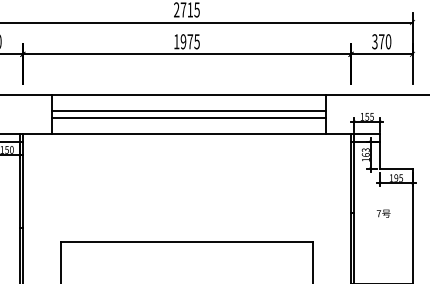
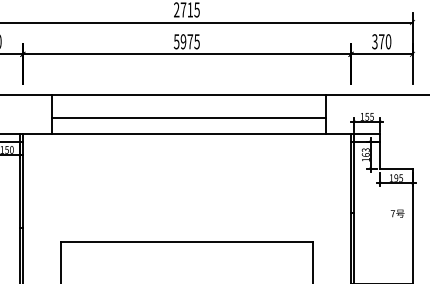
text at (176, 41): 1975 -> 5975
line at (188, 111): present -> none
text at (383, 213) position: (383, 213) -> (397, 213)
